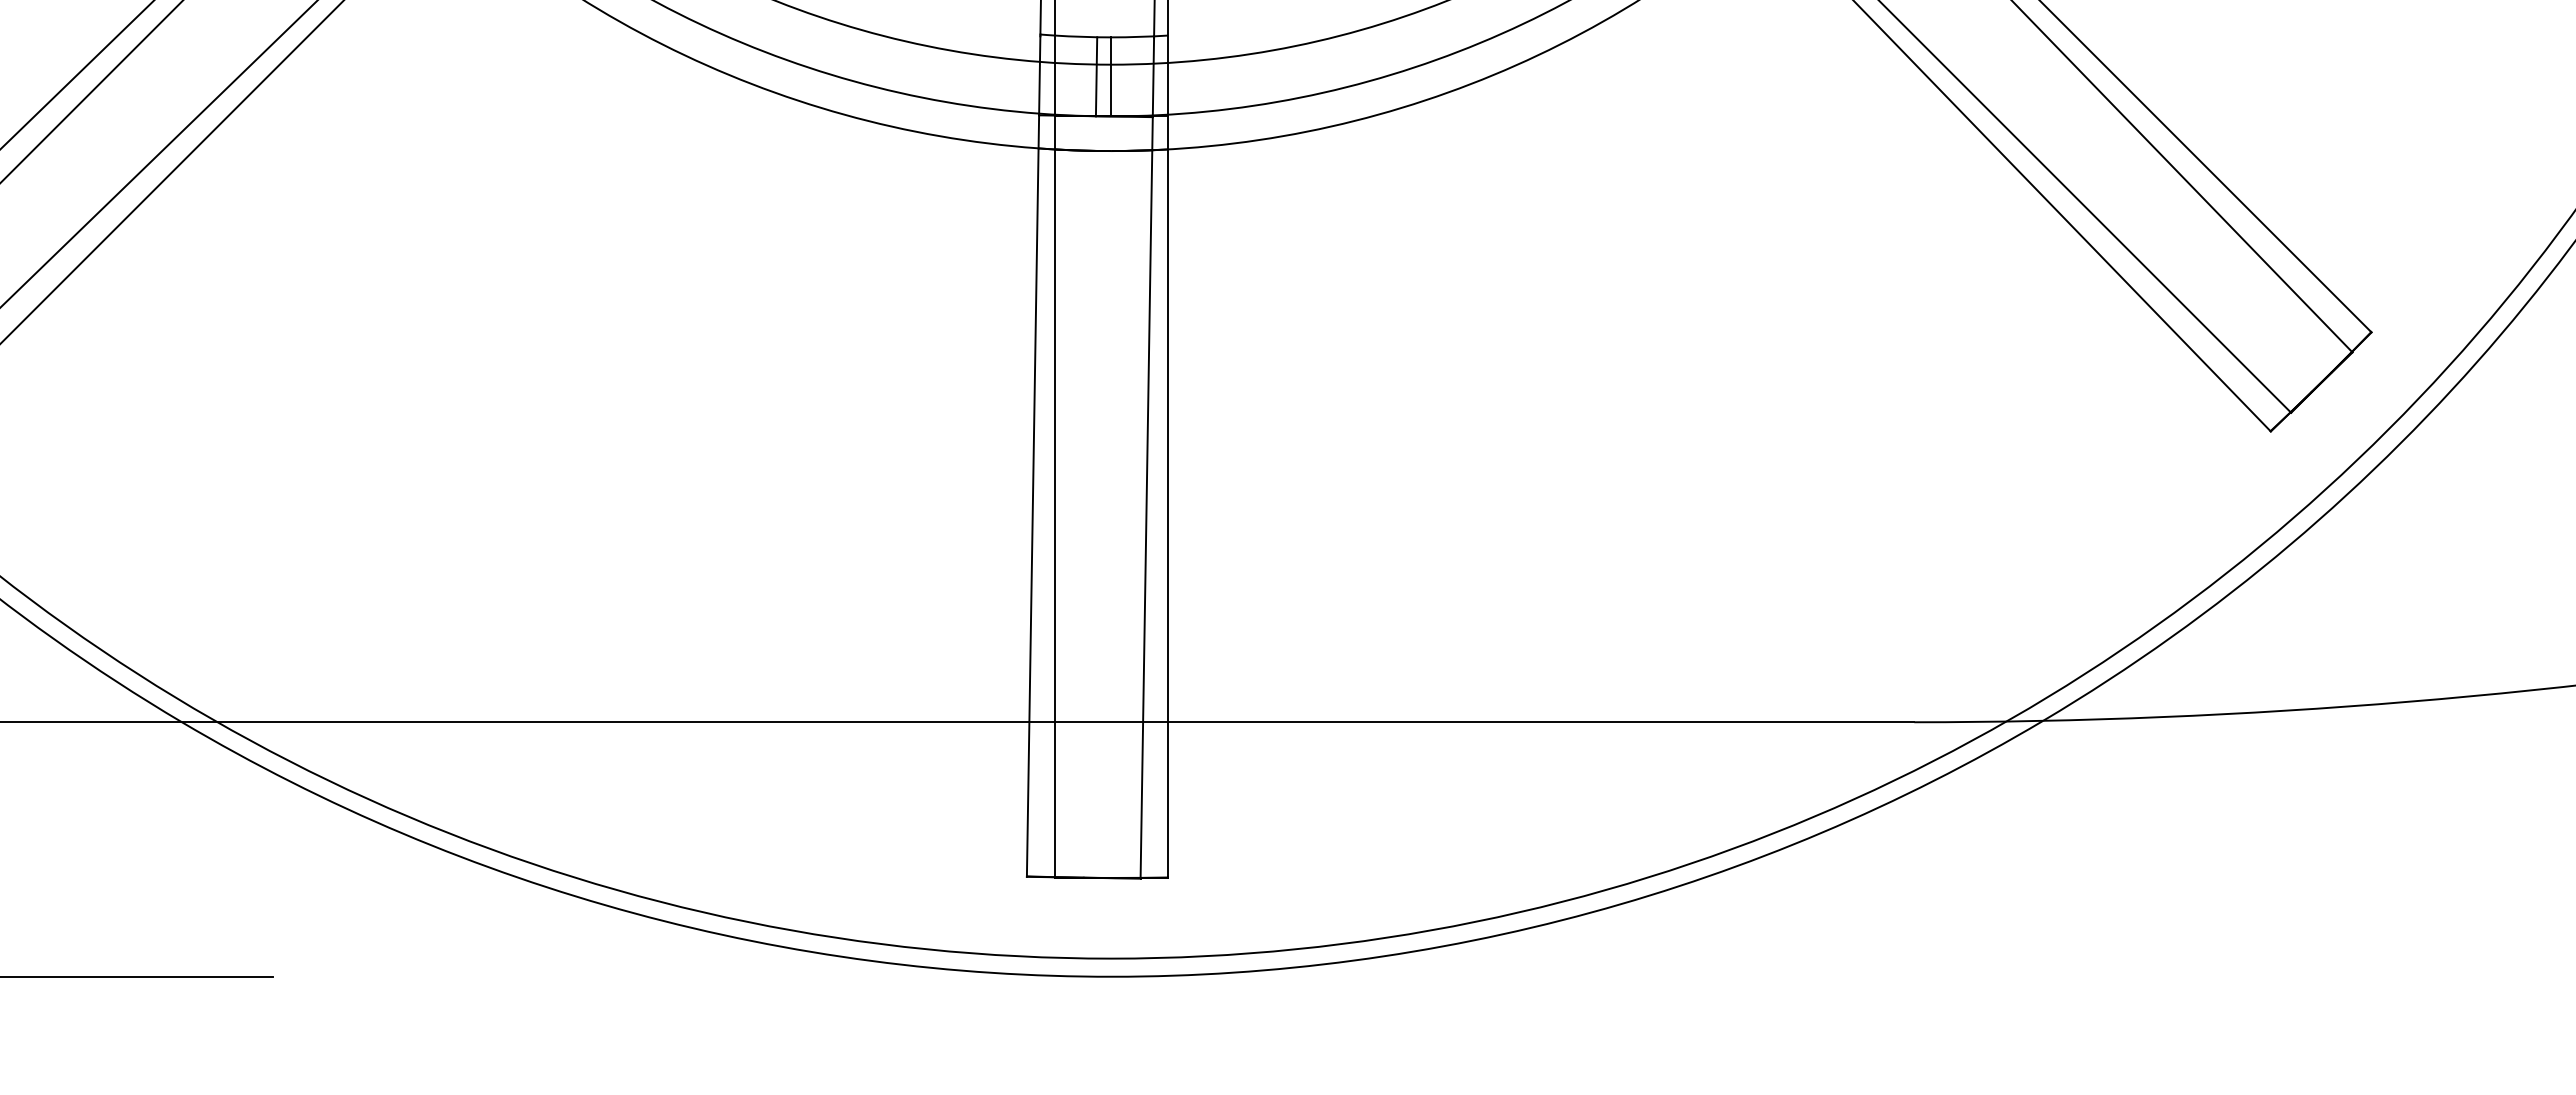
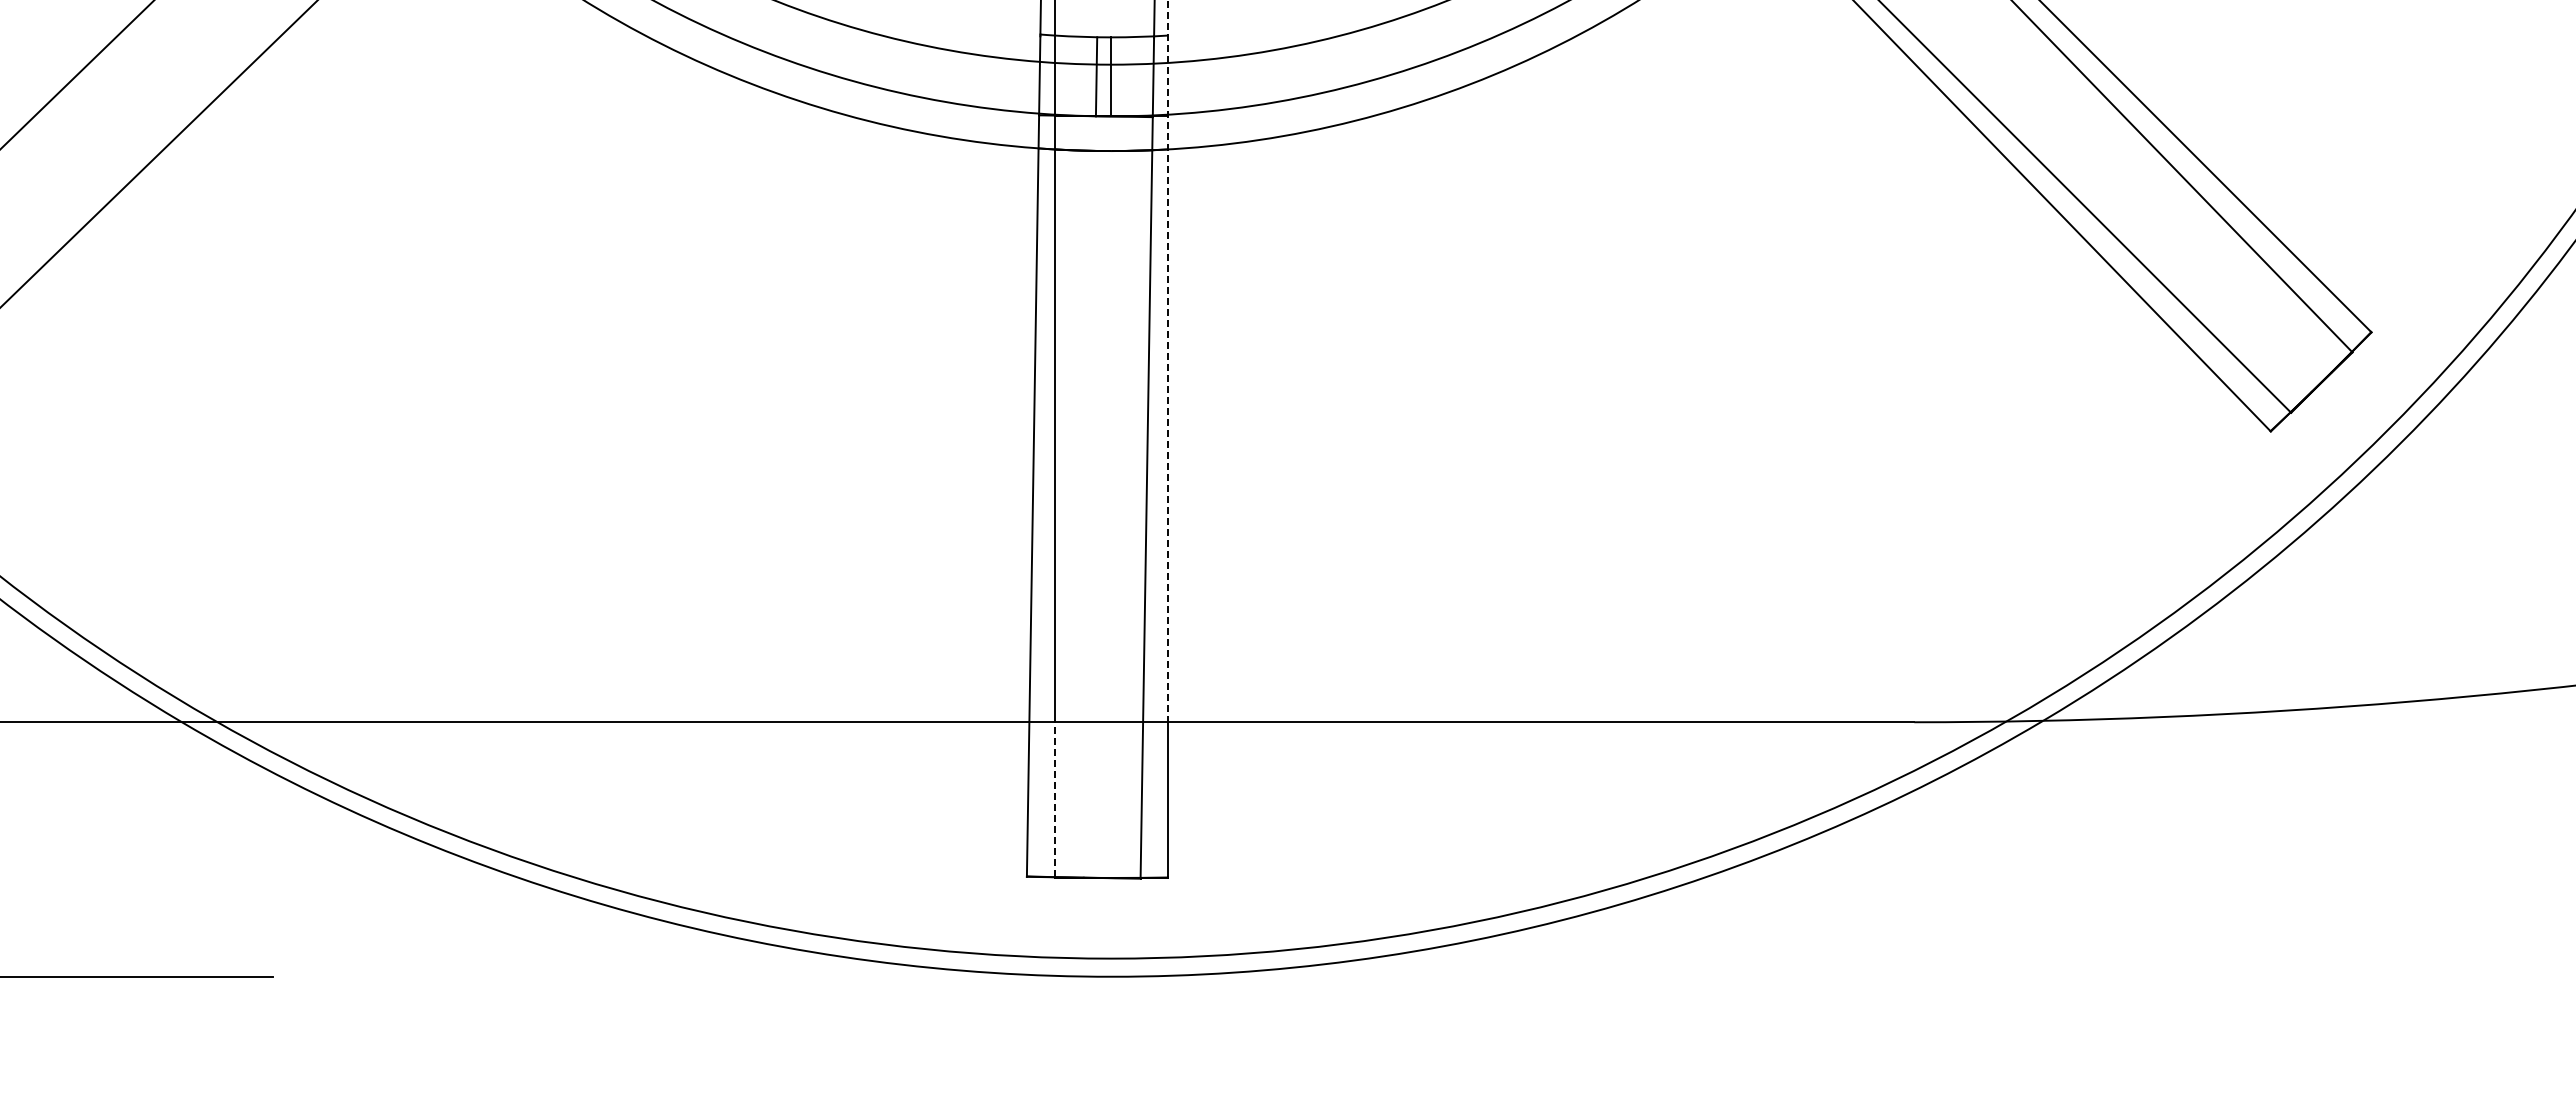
line at (91, 91): present -> none
line at (172, 172): present -> none
line at (1168, 361): solid -> dashed
line at (1054, 799): solid -> dashed
